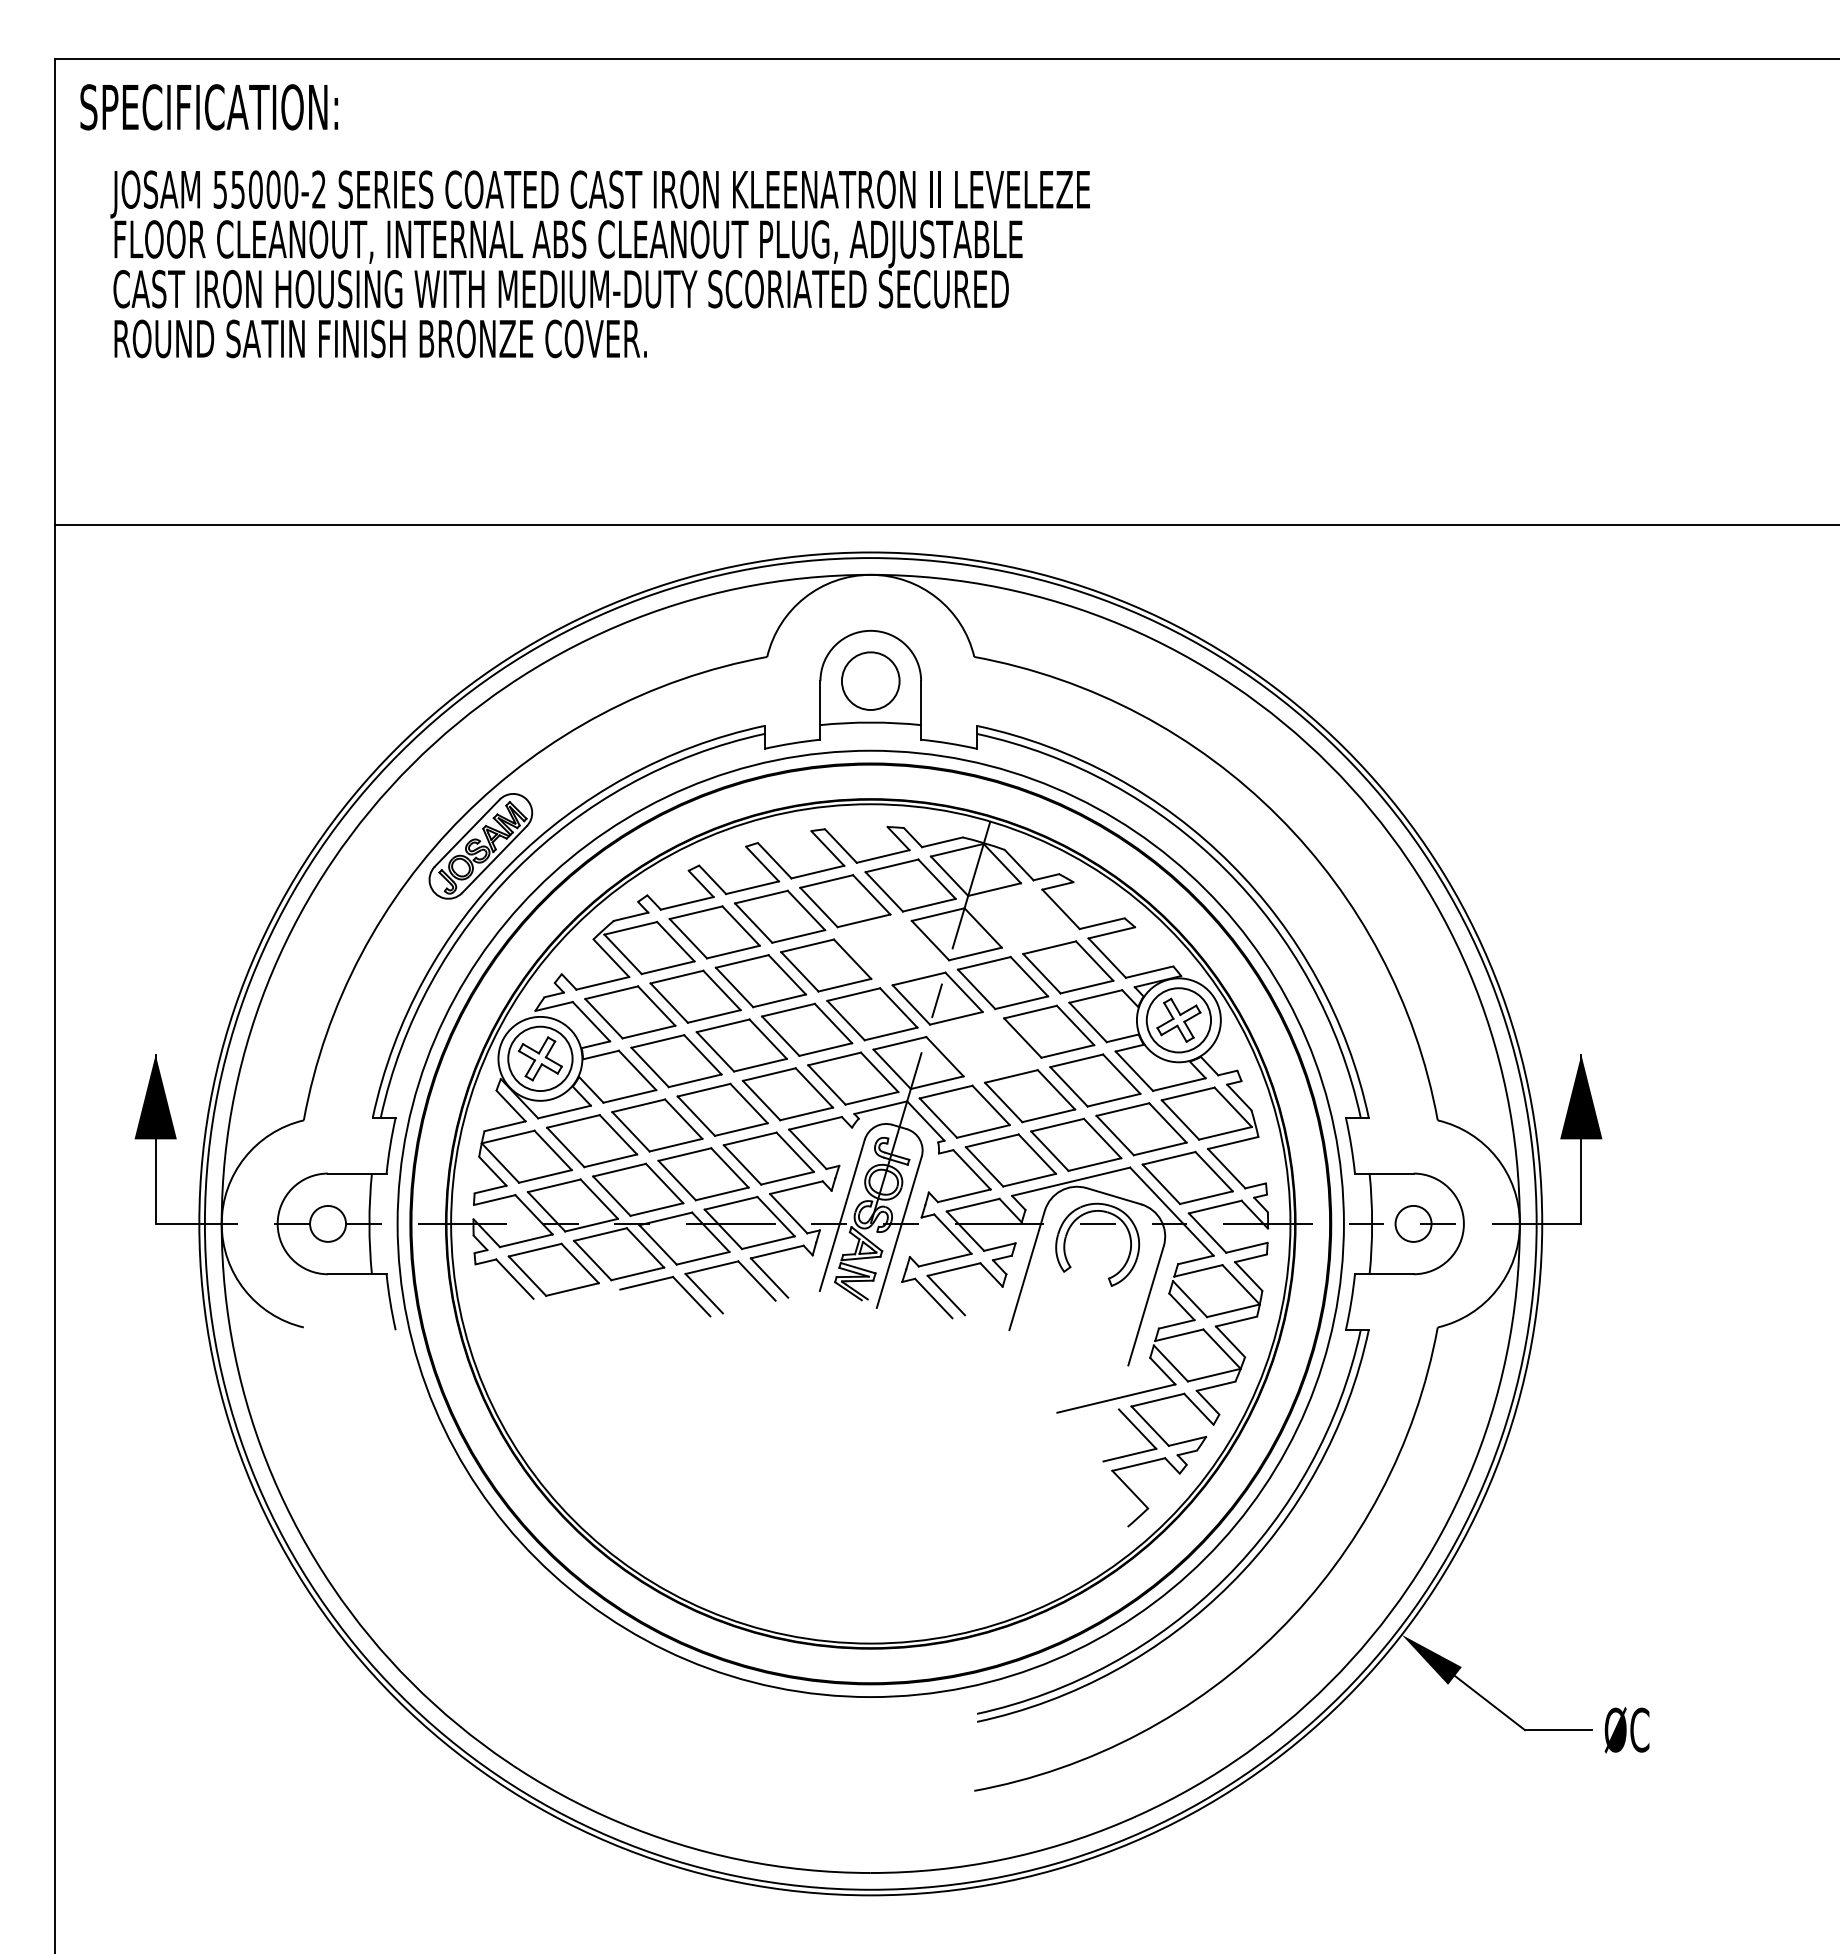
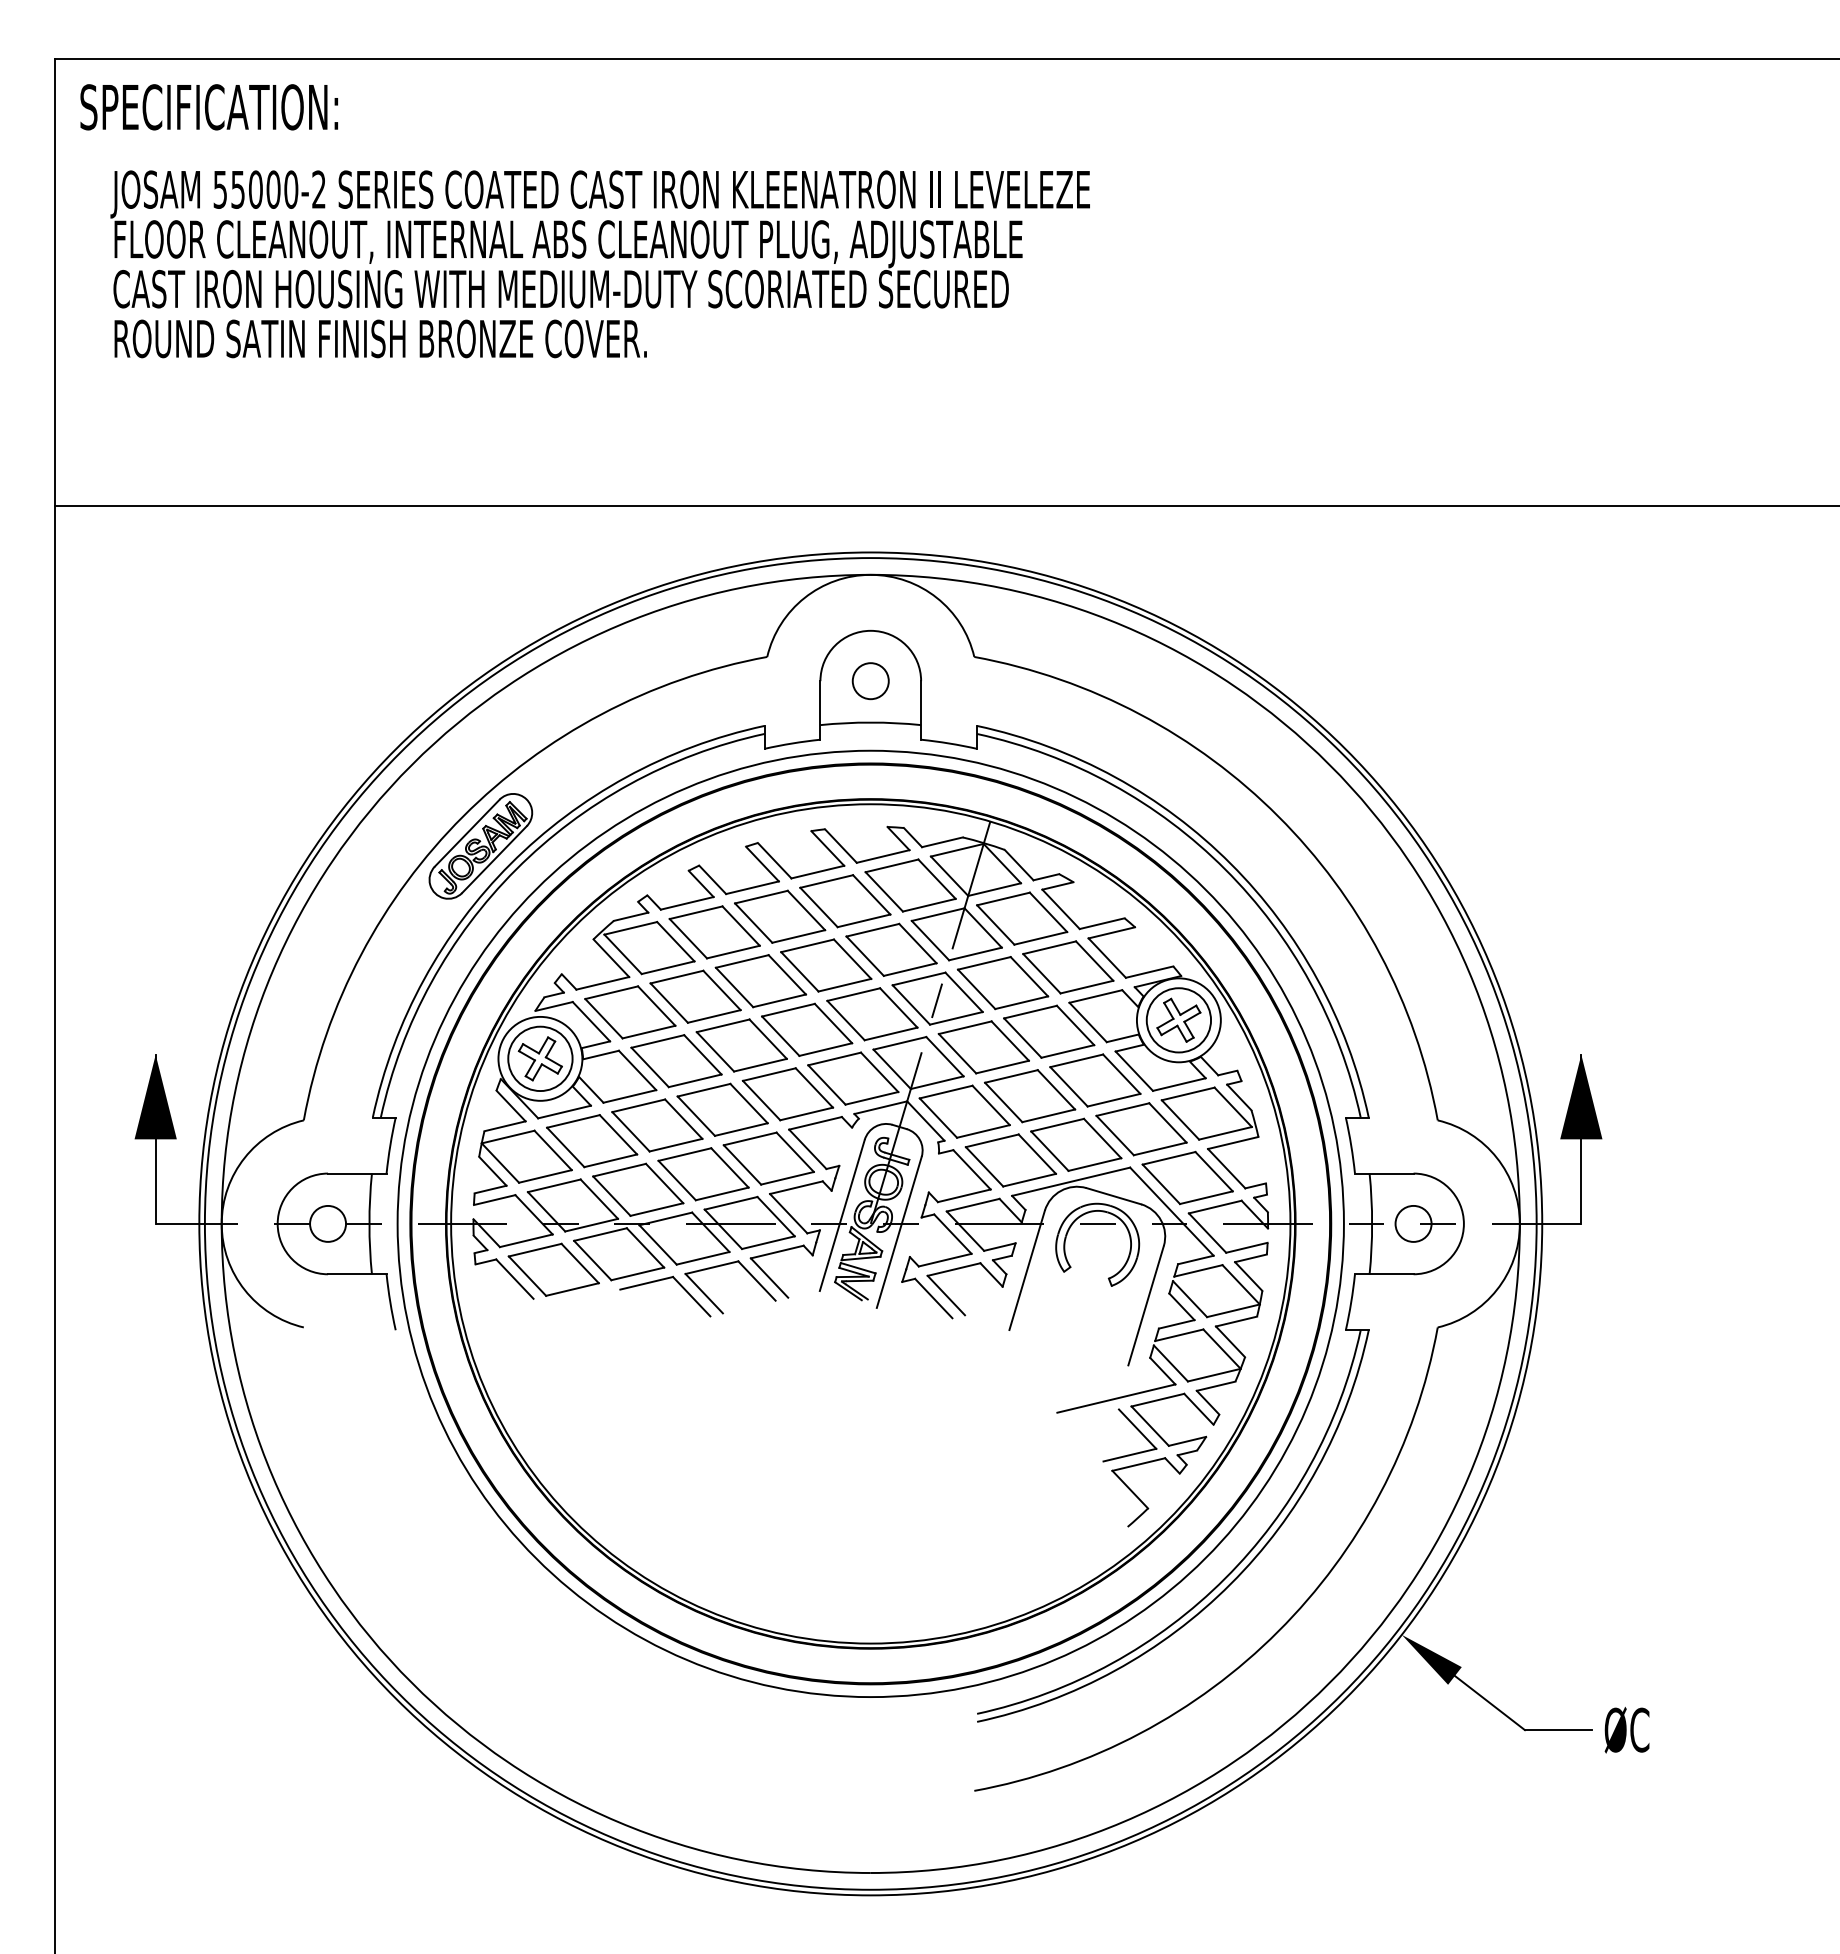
line at (945, 525) position: (945, 525) -> (945, 506)
circle at (870, 681) diameter: 58 px -> 36 px
part at (1022, 918): none -> present
part at (891, 949): none -> present
part at (983, 1047): none -> present
